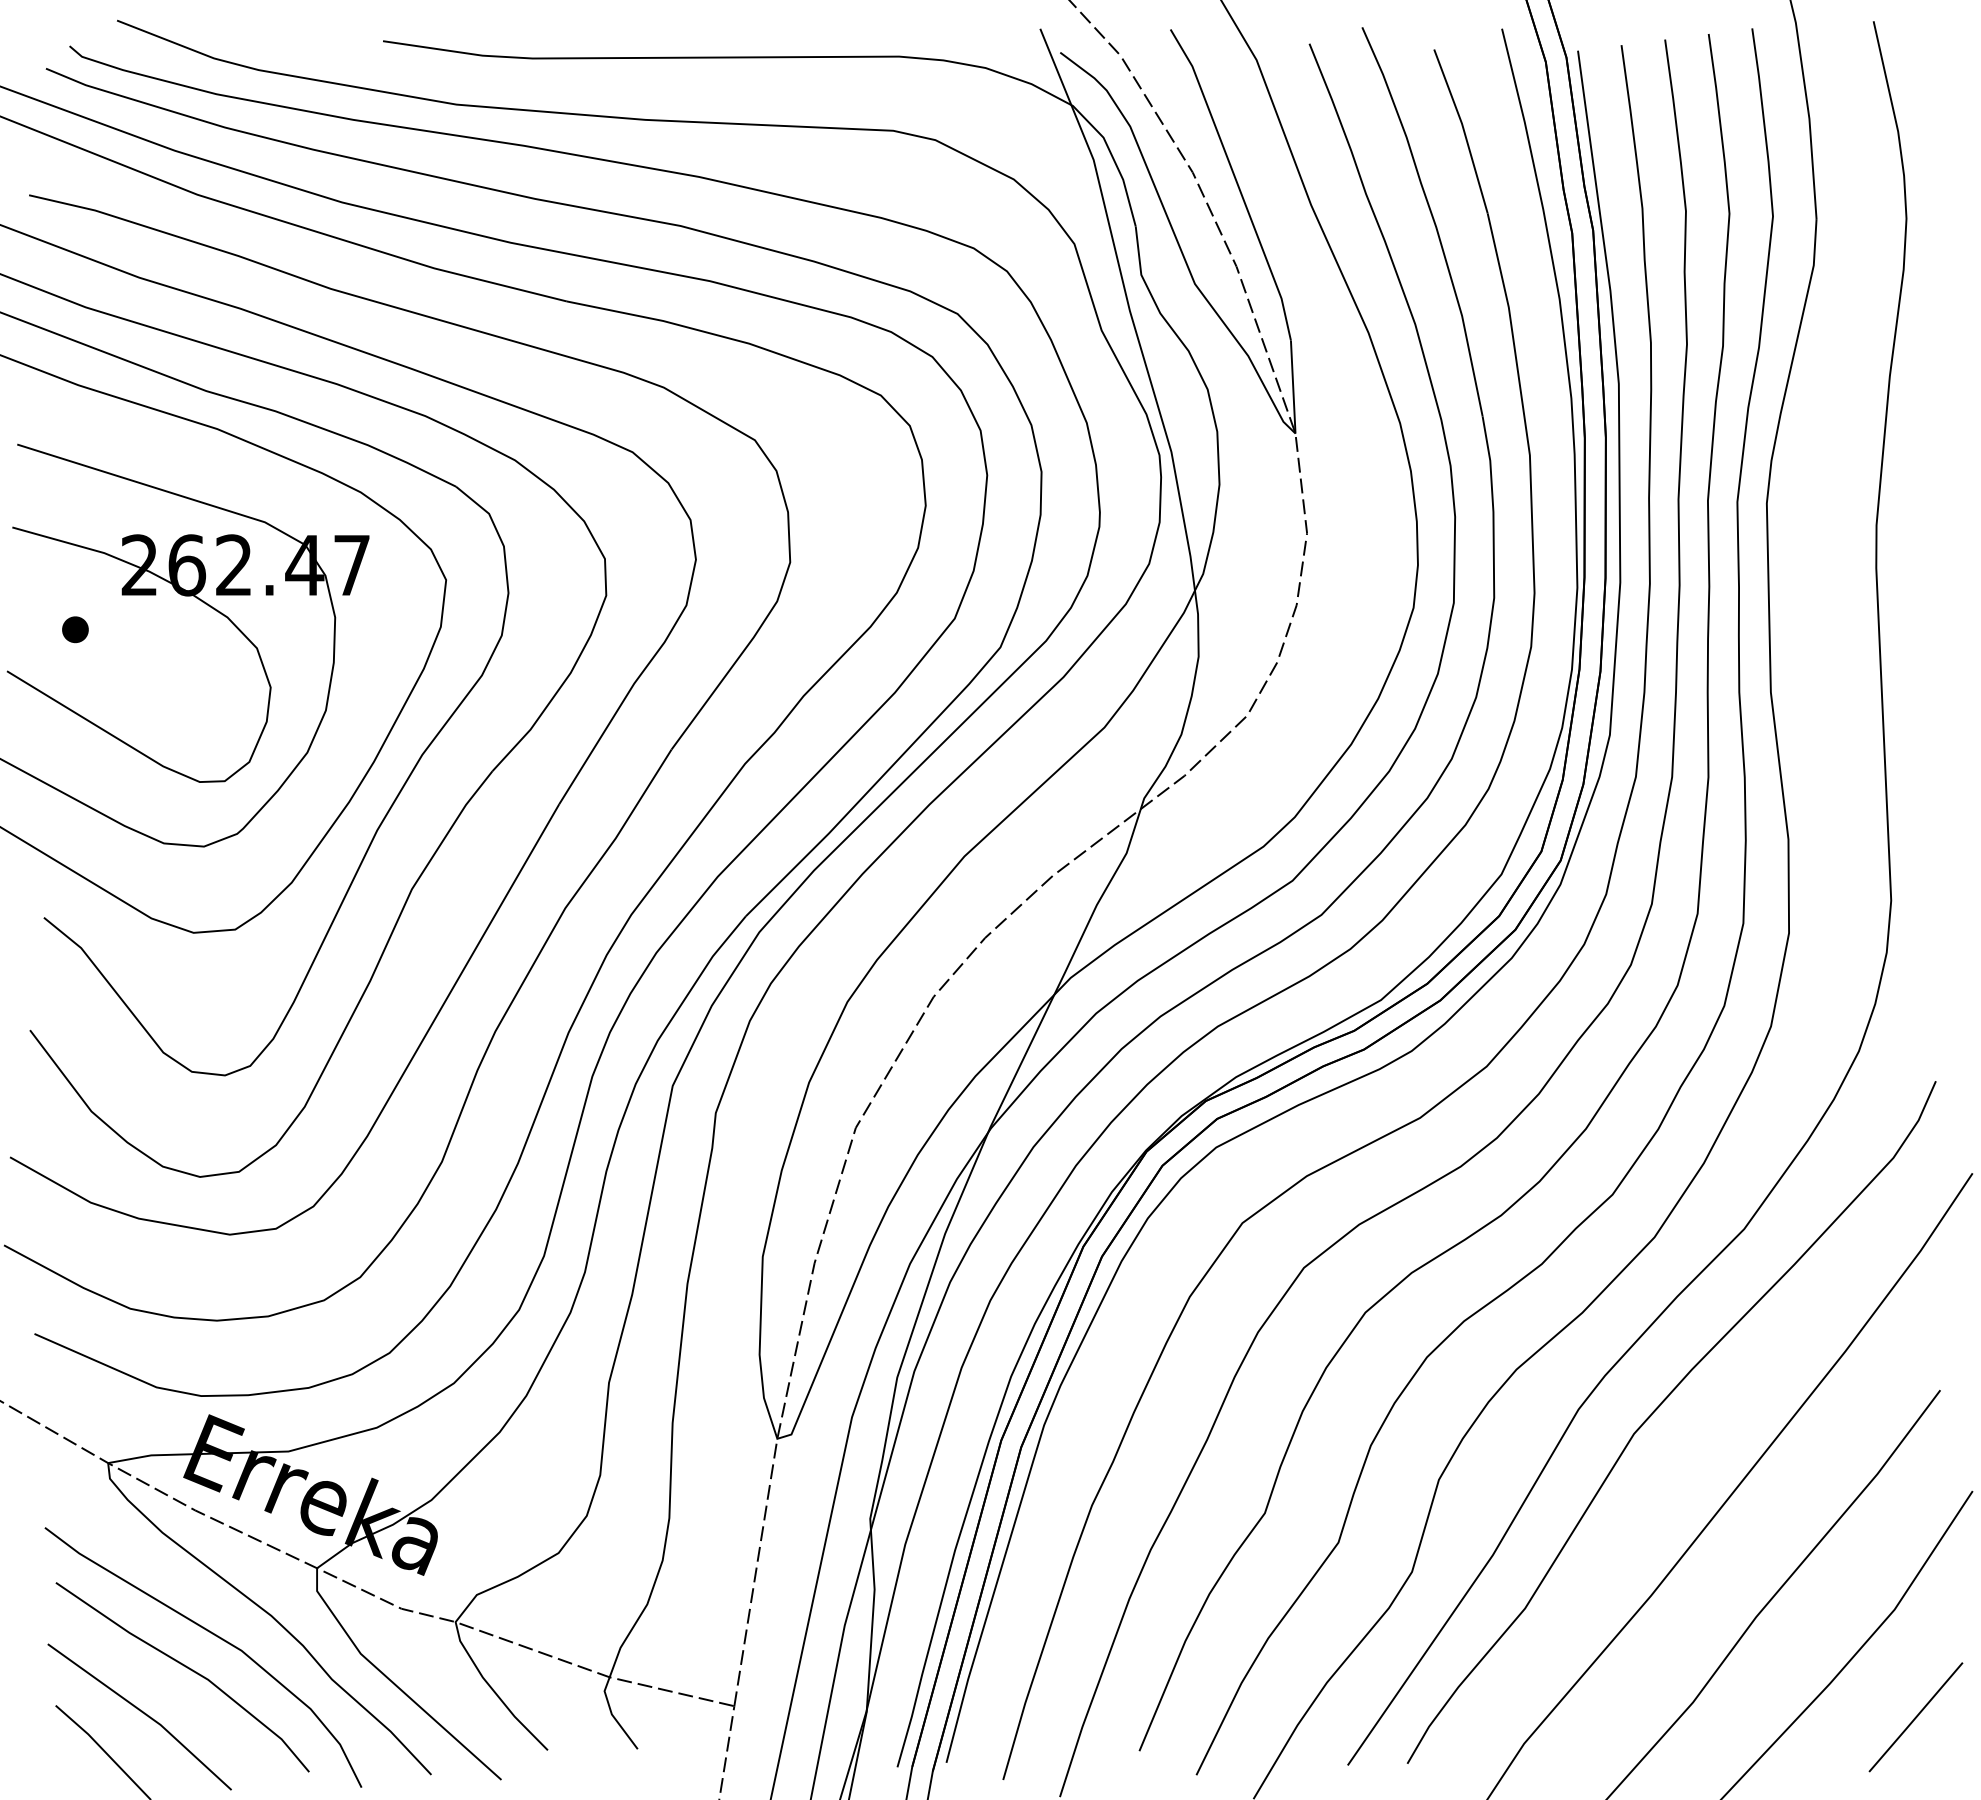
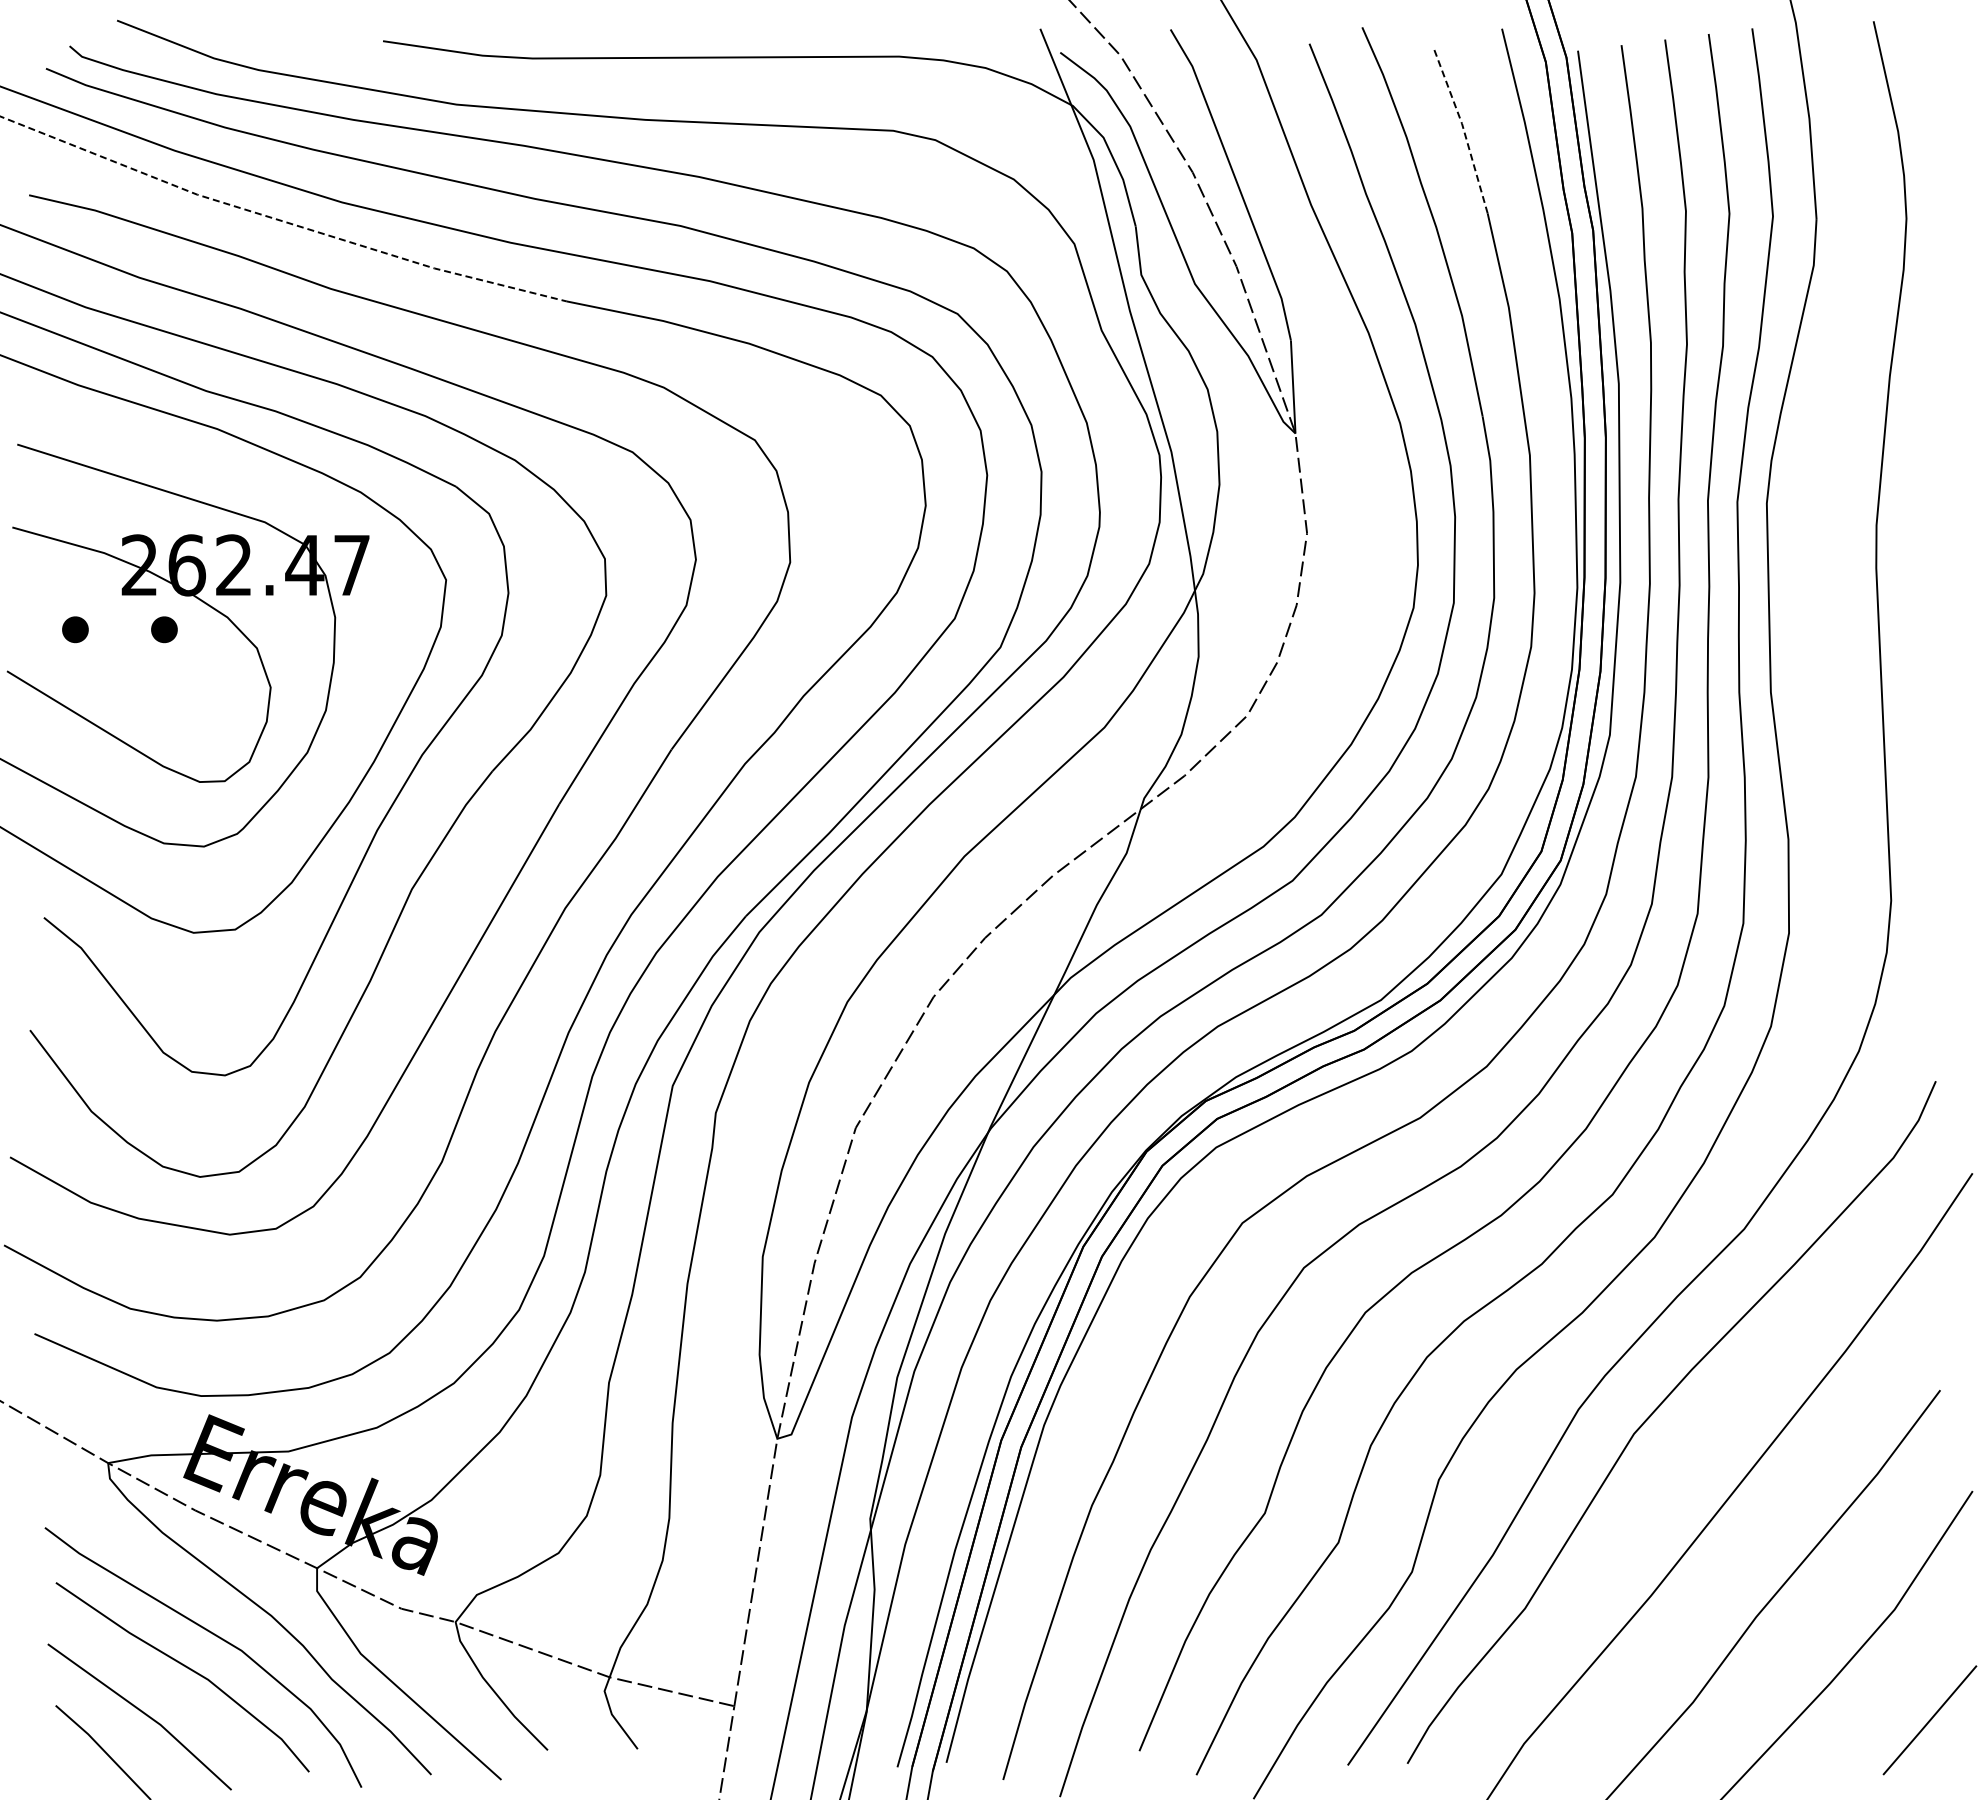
line at (1463, 129): solid -> dashed
line at (280, 220): solid -> dashed
part at (164, 629): none -> present
line at (1915, 1717) position: (1915, 1717) -> (1929, 1720)
